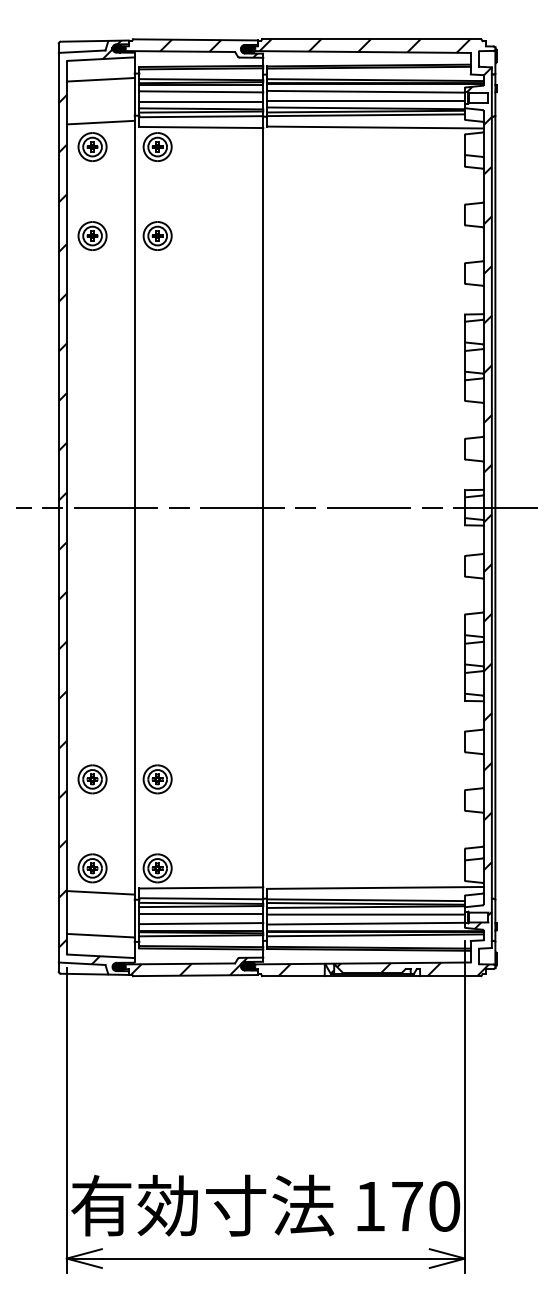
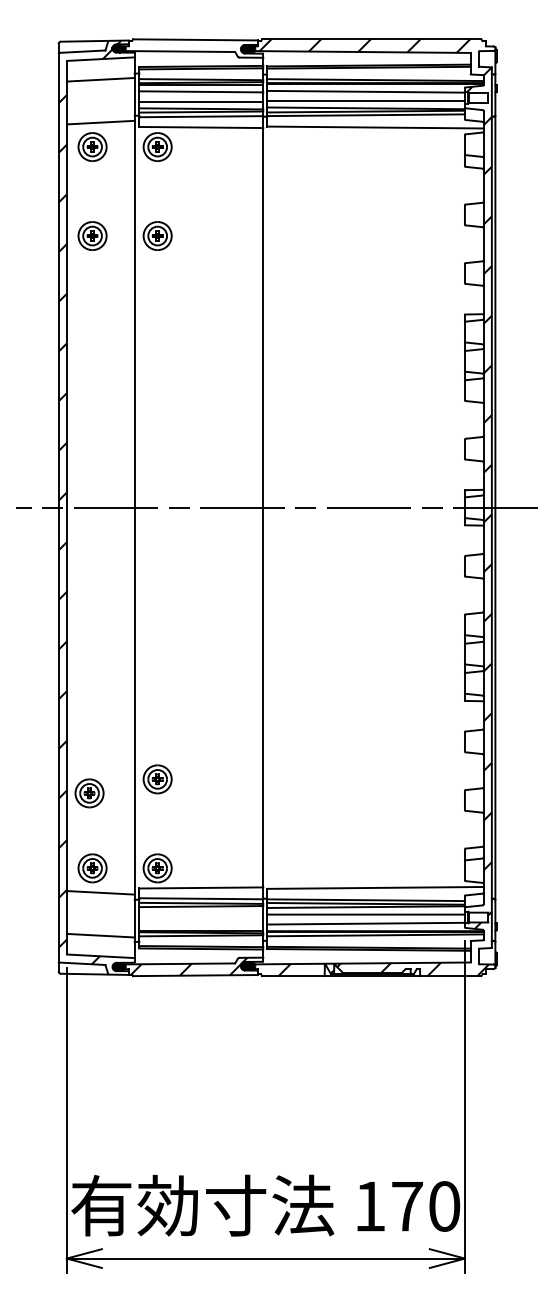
hatch at (208, 48): present -> none
part at (92, 779) position: (92, 779) -> (89, 793)
line at (201, 913): present -> none
line at (201, 923): present -> none
